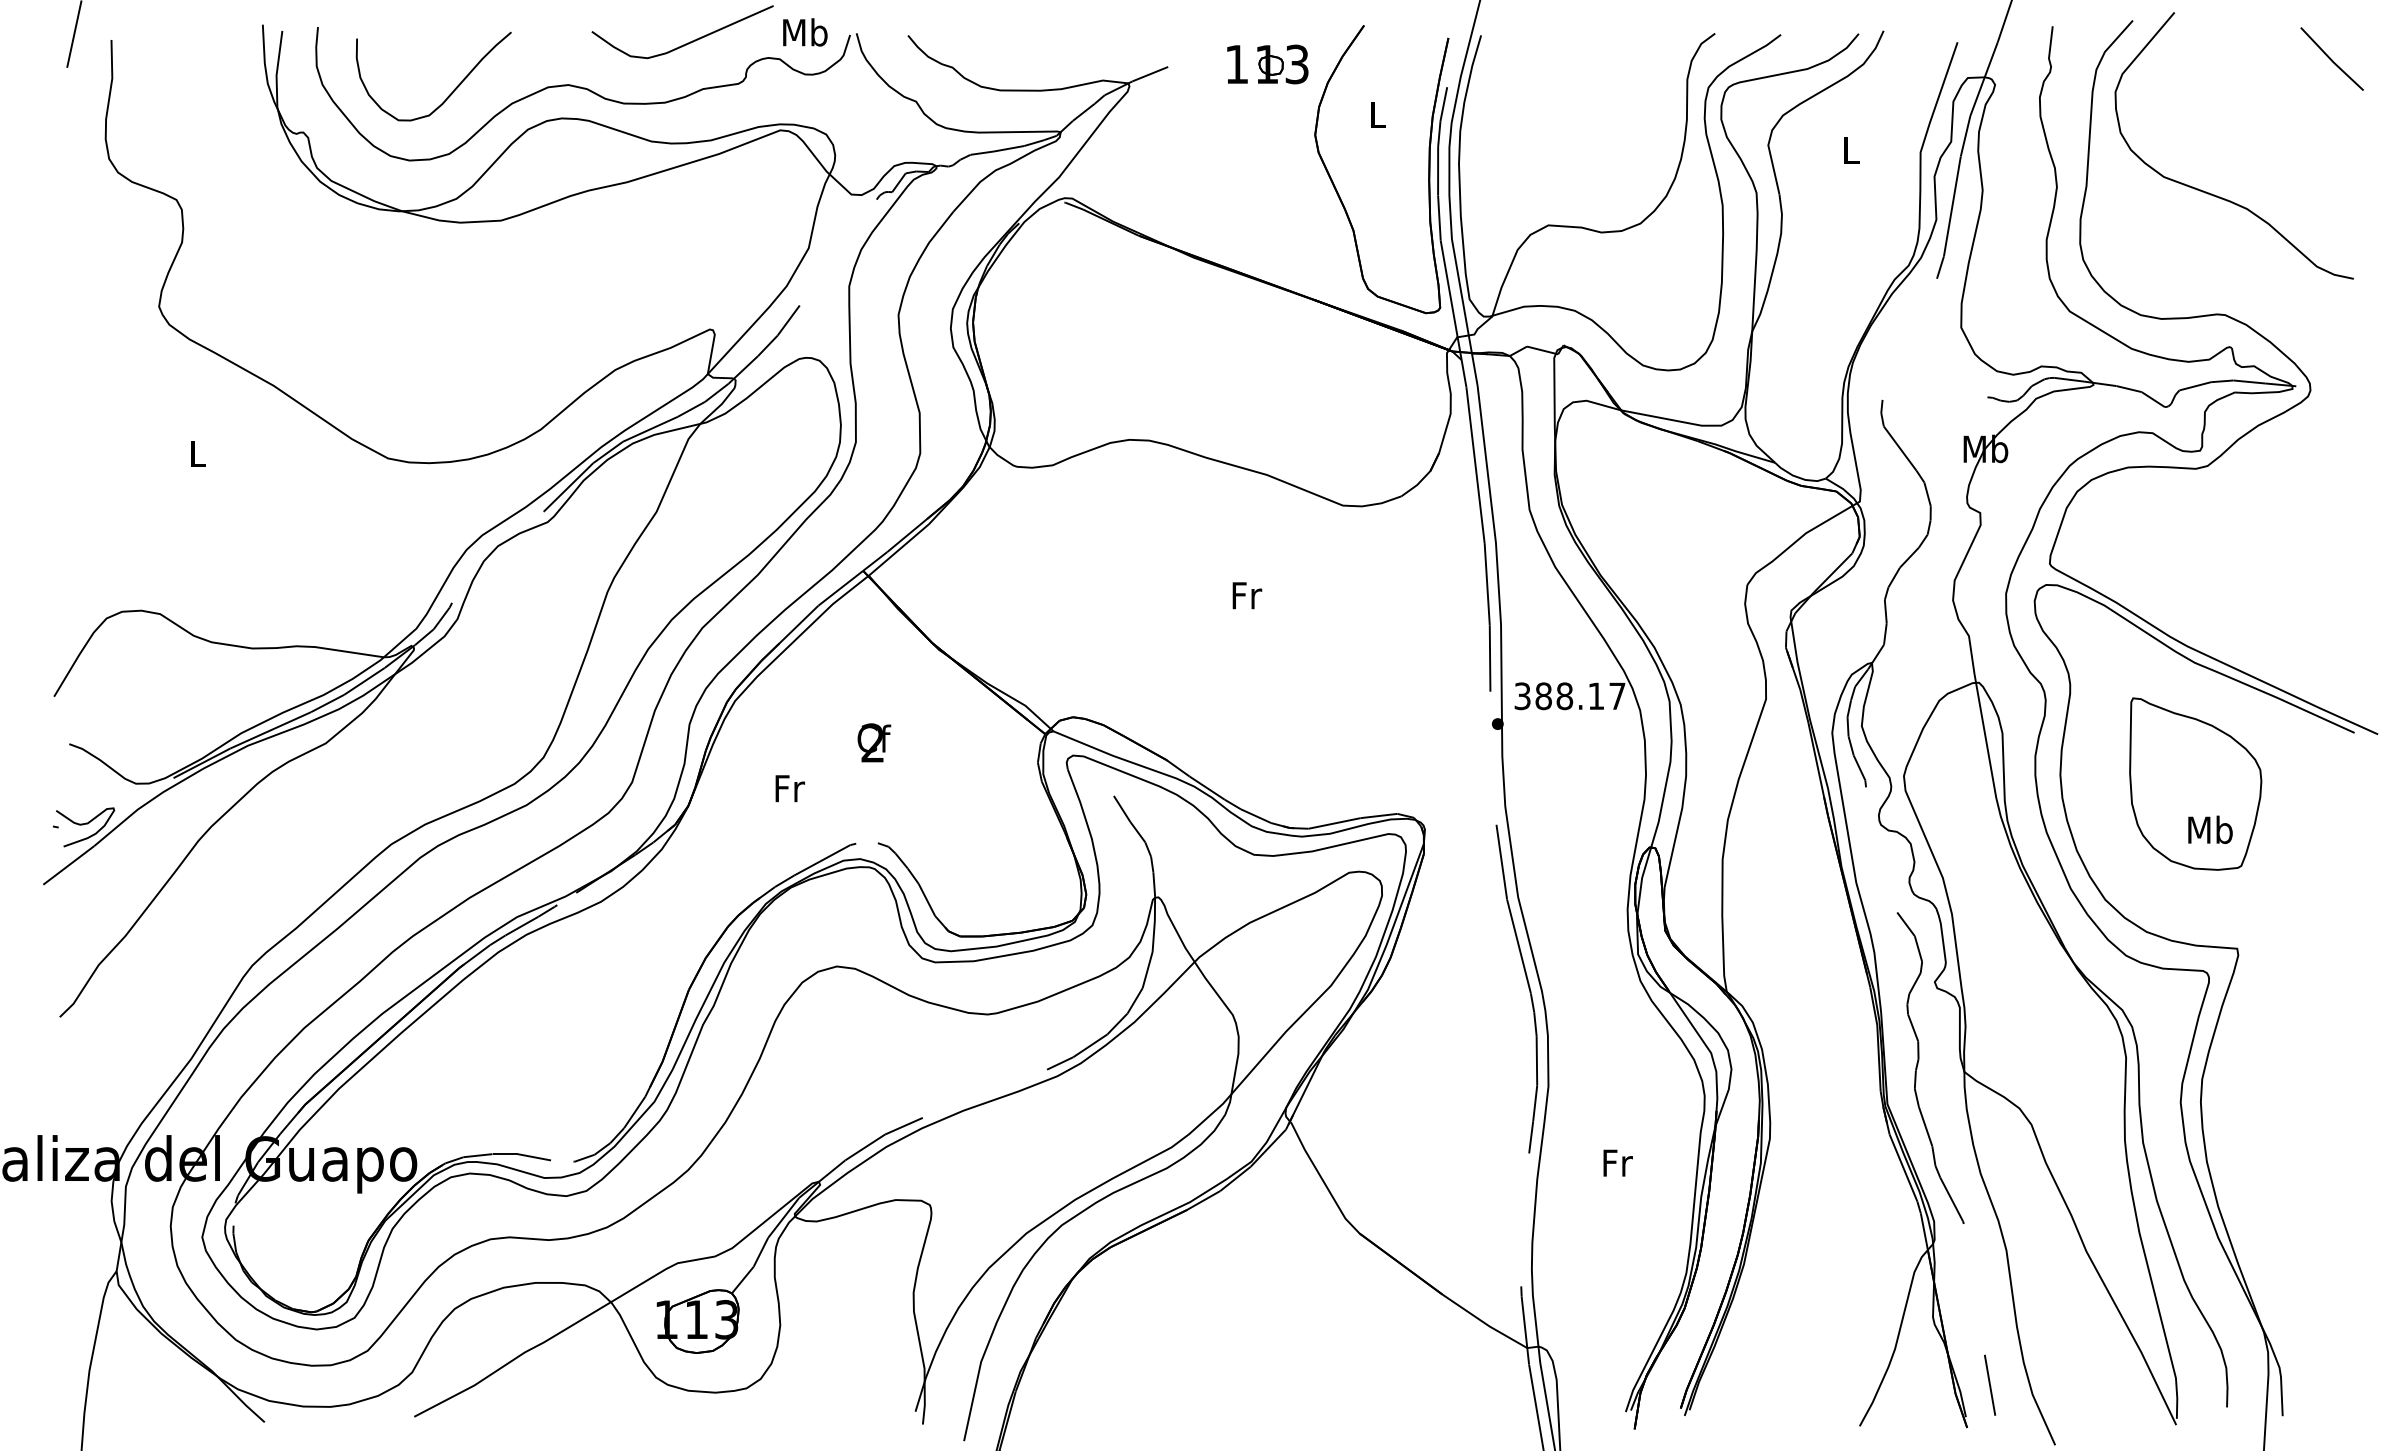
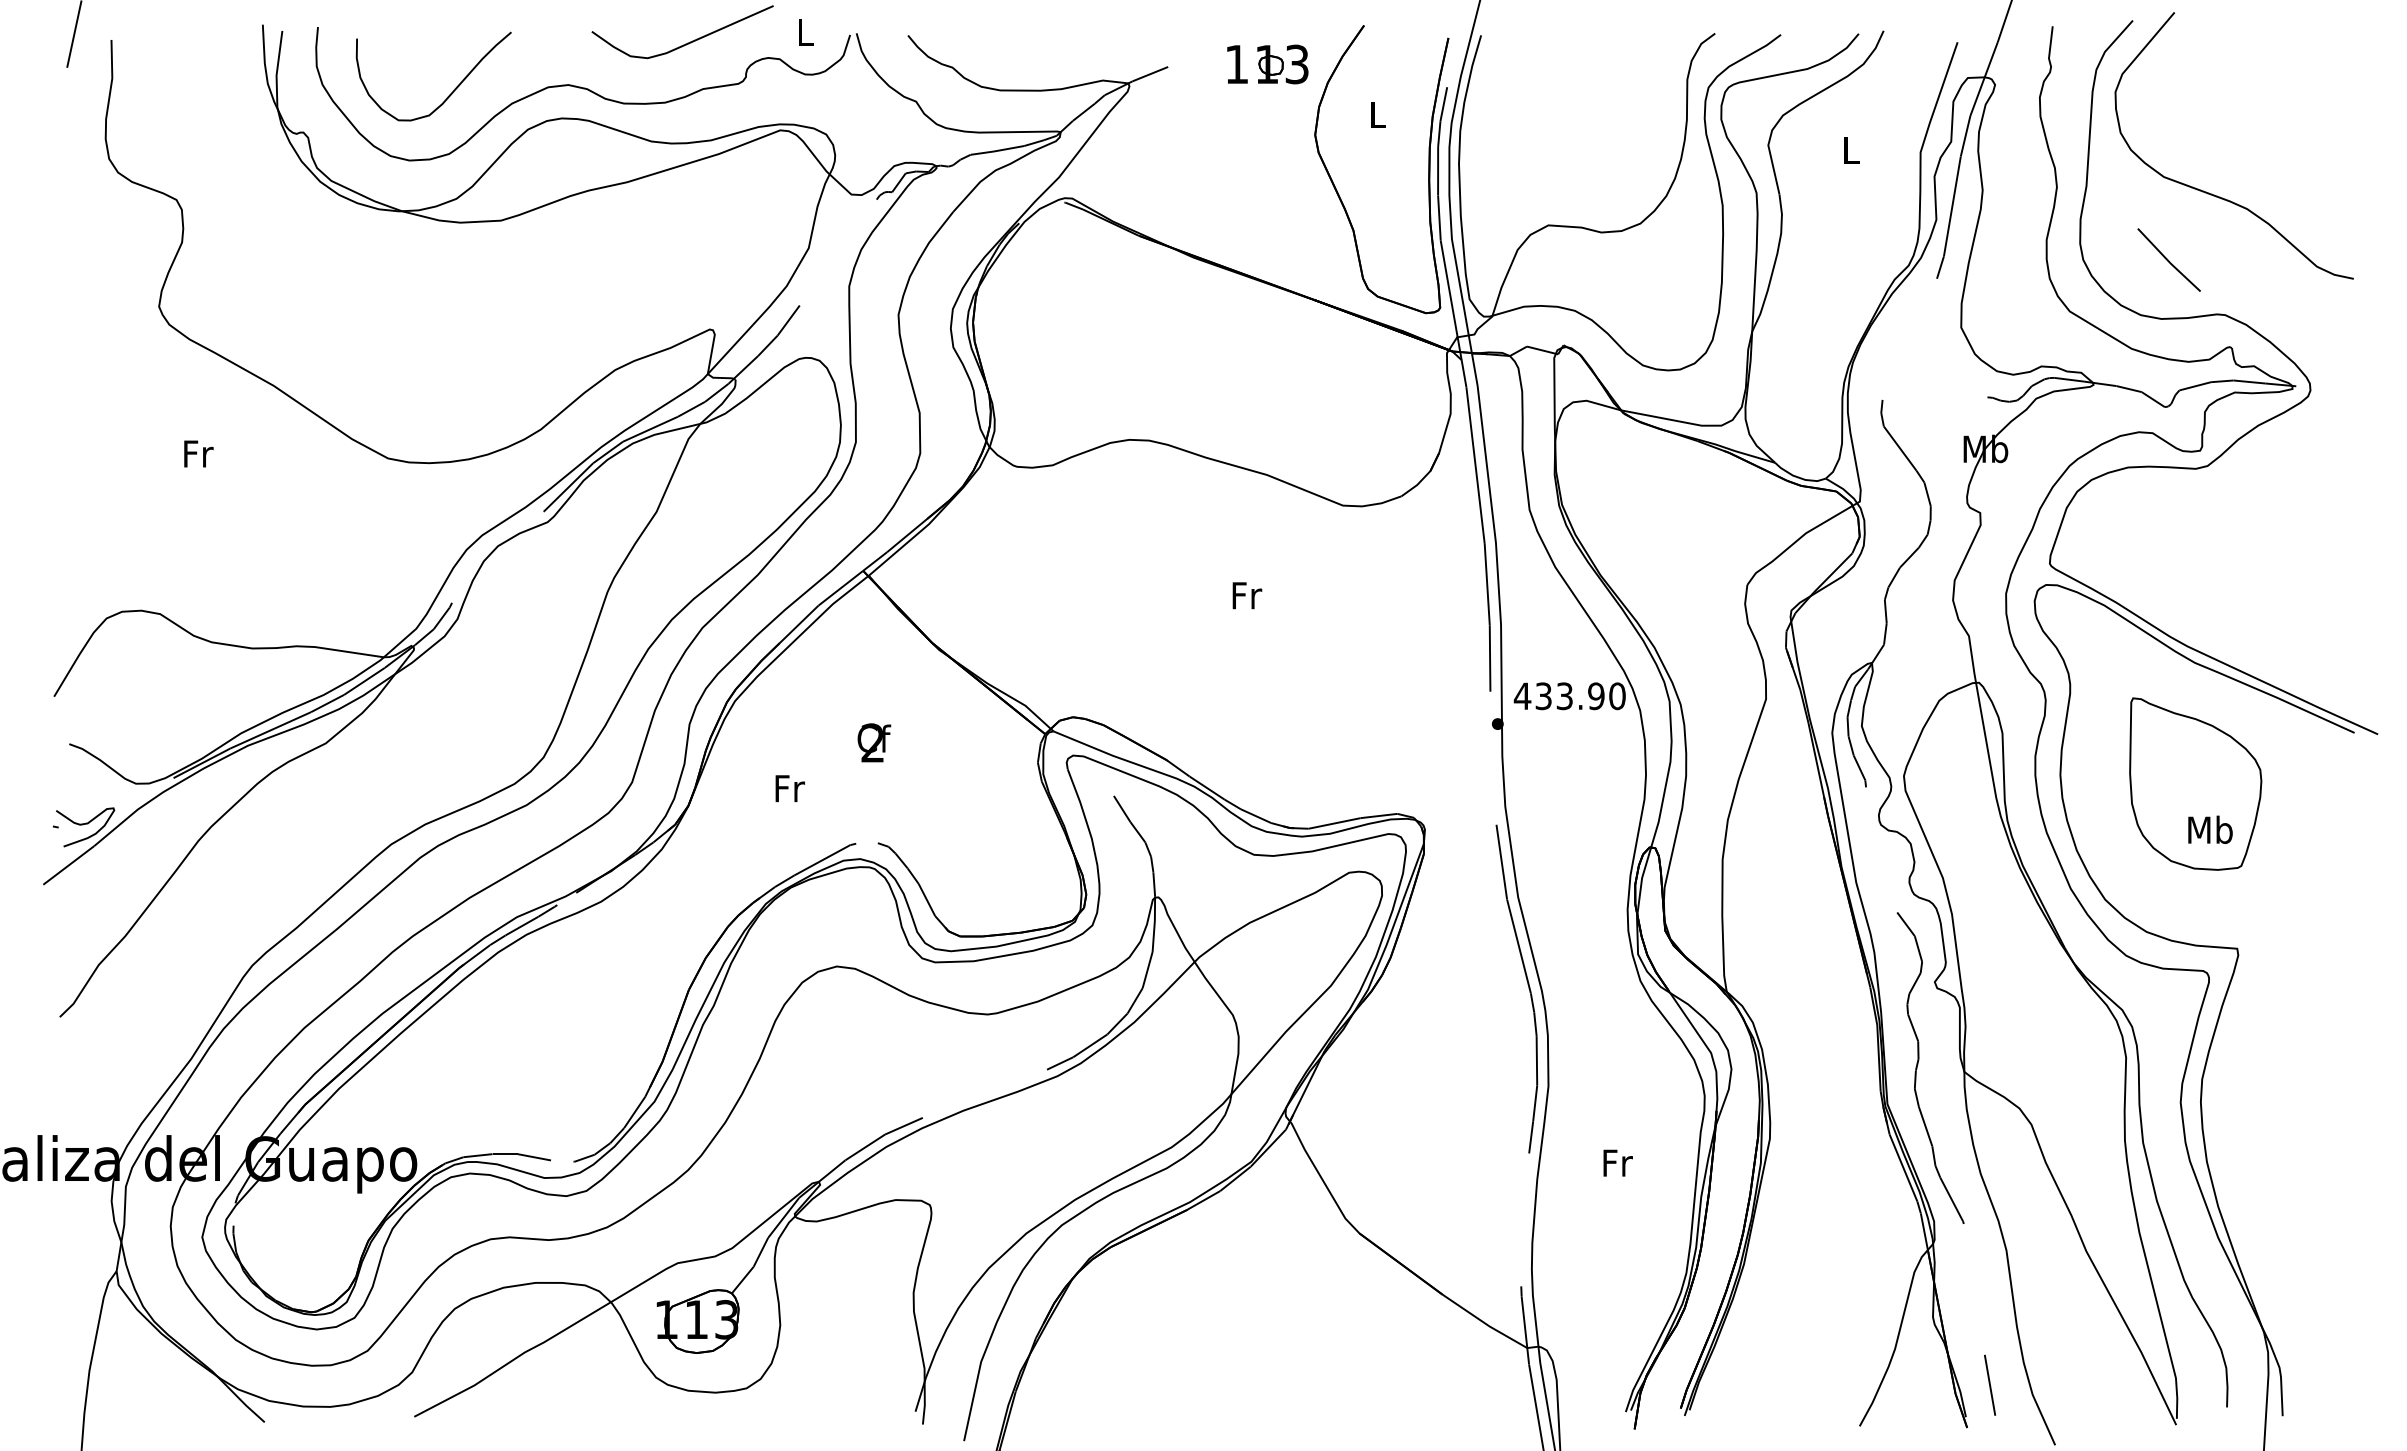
text at (805, 32): Mb -> L
line at (2331, 58) position: (2331, 58) -> (2168, 259)
text at (198, 453): L -> Fr
text at (1569, 696): 388.17 -> 433.90
